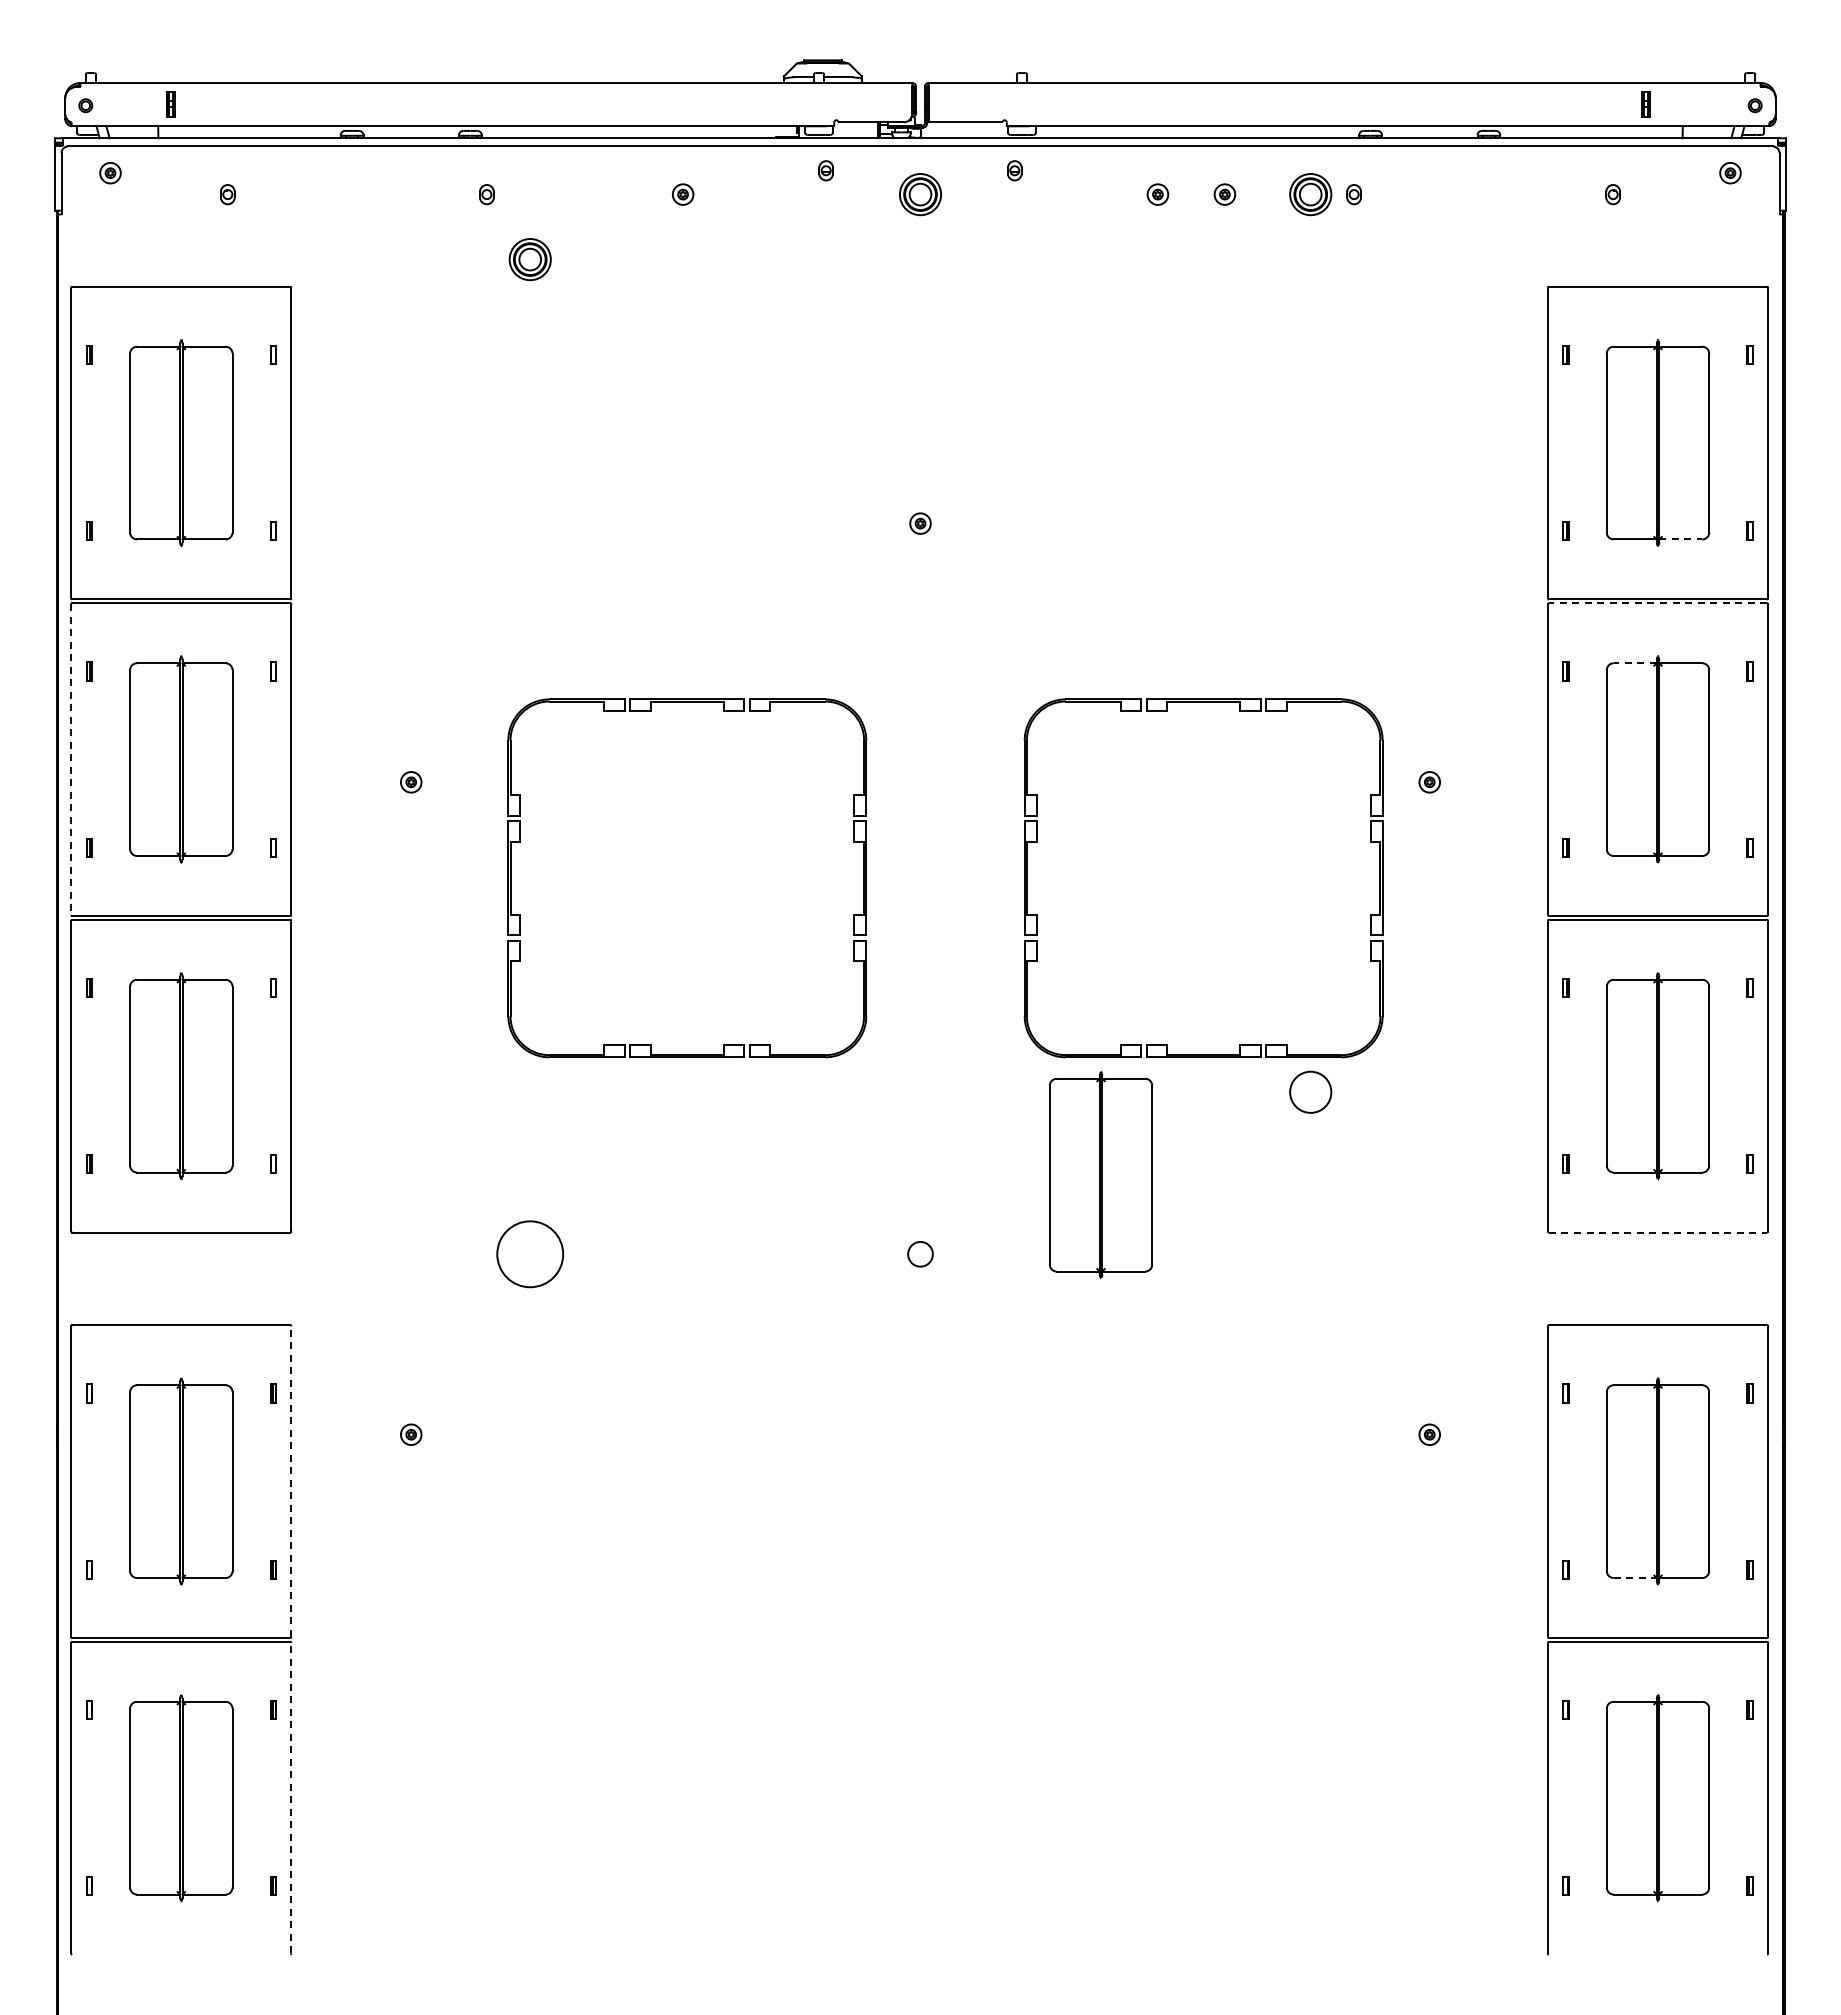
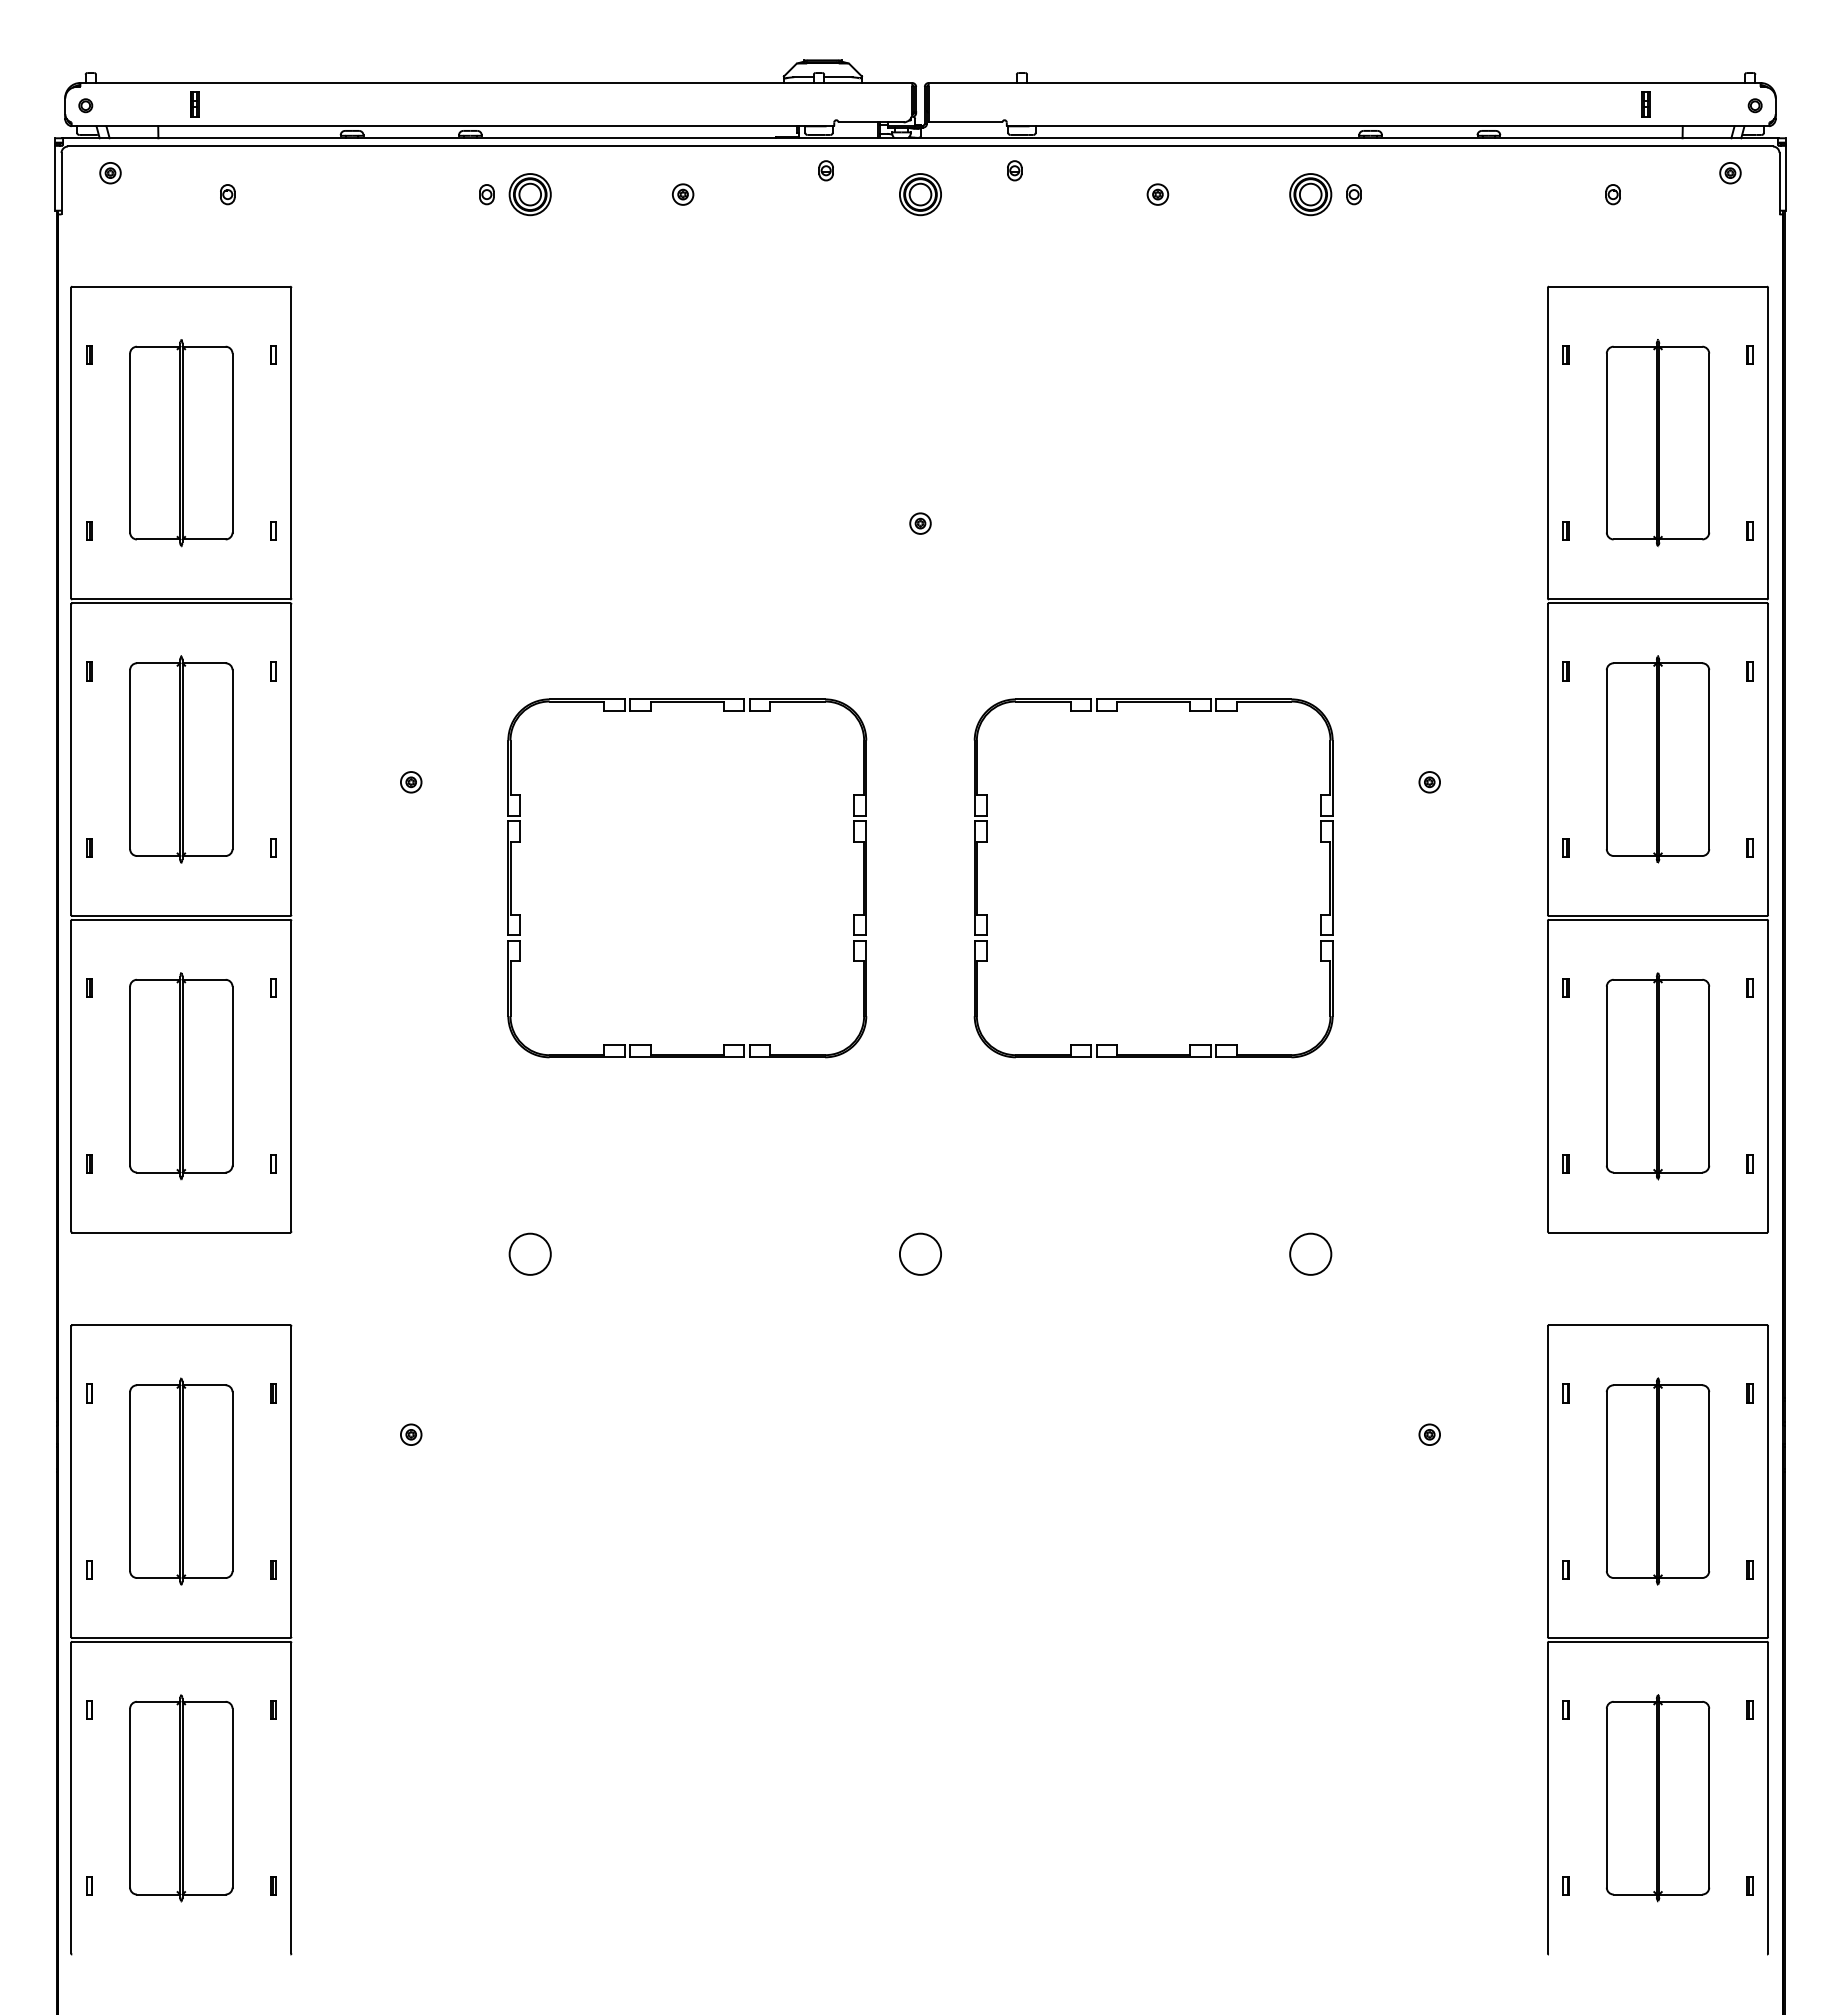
part at (170, 104) position: (170, 104) -> (194, 104)
part at (1224, 194): present -> none
part at (529, 259) position: (529, 259) -> (529, 194)
line at (1680, 539): dashed -> solid
line at (1657, 603): dashed -> solid
line at (1635, 663): dashed -> solid
line at (71, 760): dashed -> solid
part at (1037, 842) position: (1037, 842) -> (987, 842)
circle at (1310, 1091) position: (1310, 1091) -> (1310, 1253)
part at (1101, 1175): present -> none
line at (1658, 1232): dashed -> solid
circle at (920, 1253) diameter: 25 px -> 41 px
circle at (530, 1254) diameter: 66 px -> 41 px
line at (291, 1481): dashed -> solid
line at (1635, 1578): dashed -> solid
line at (291, 1797): dashed -> solid
